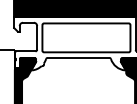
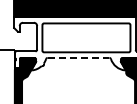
line at (78, 57): solid -> dashed
